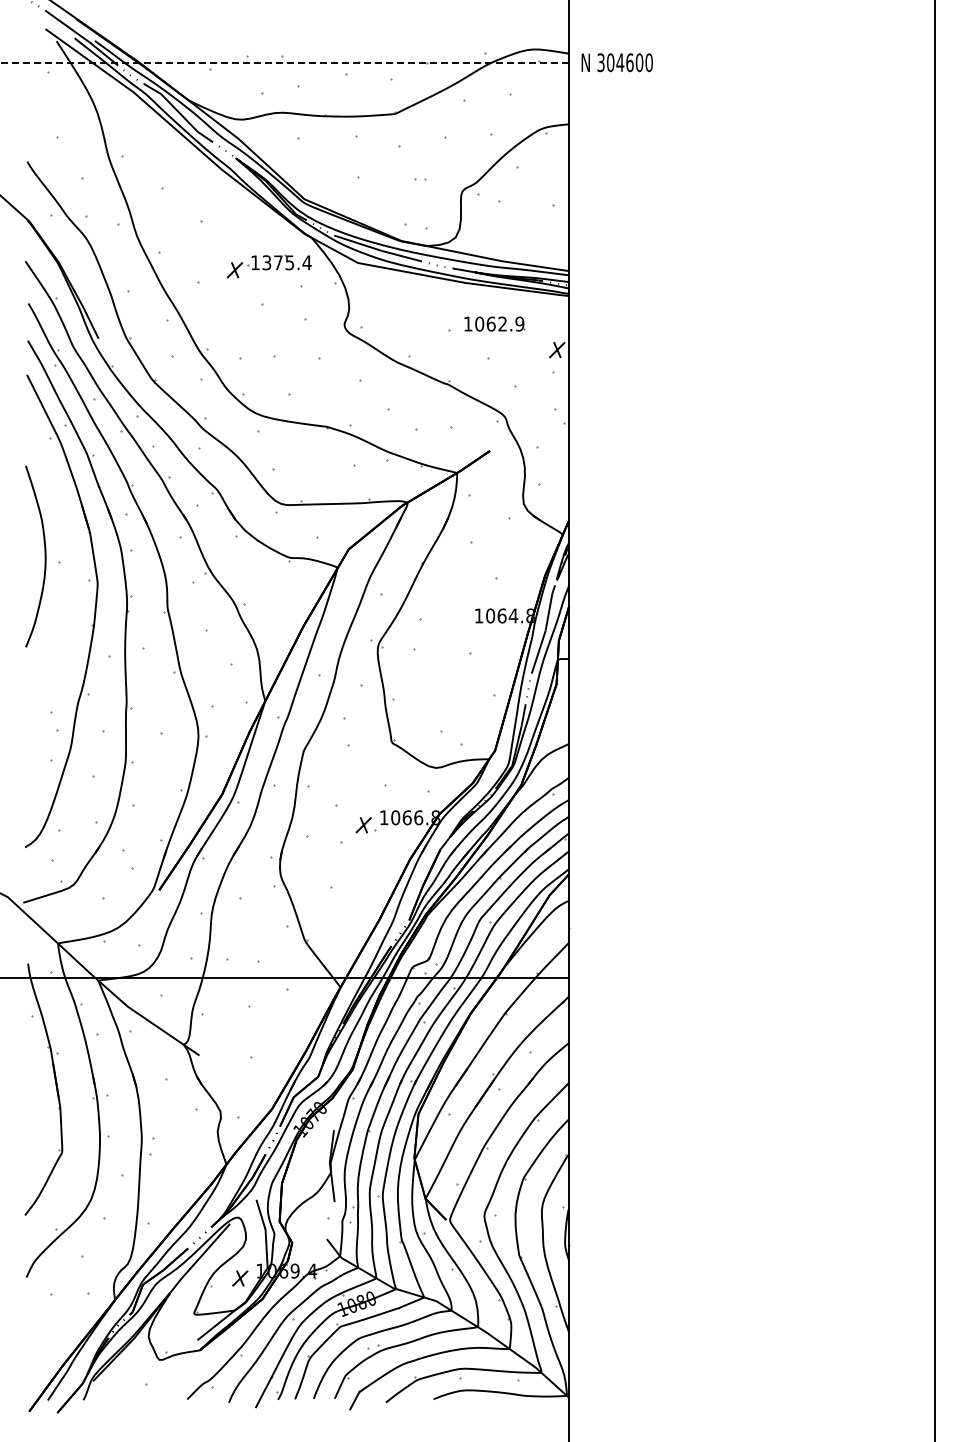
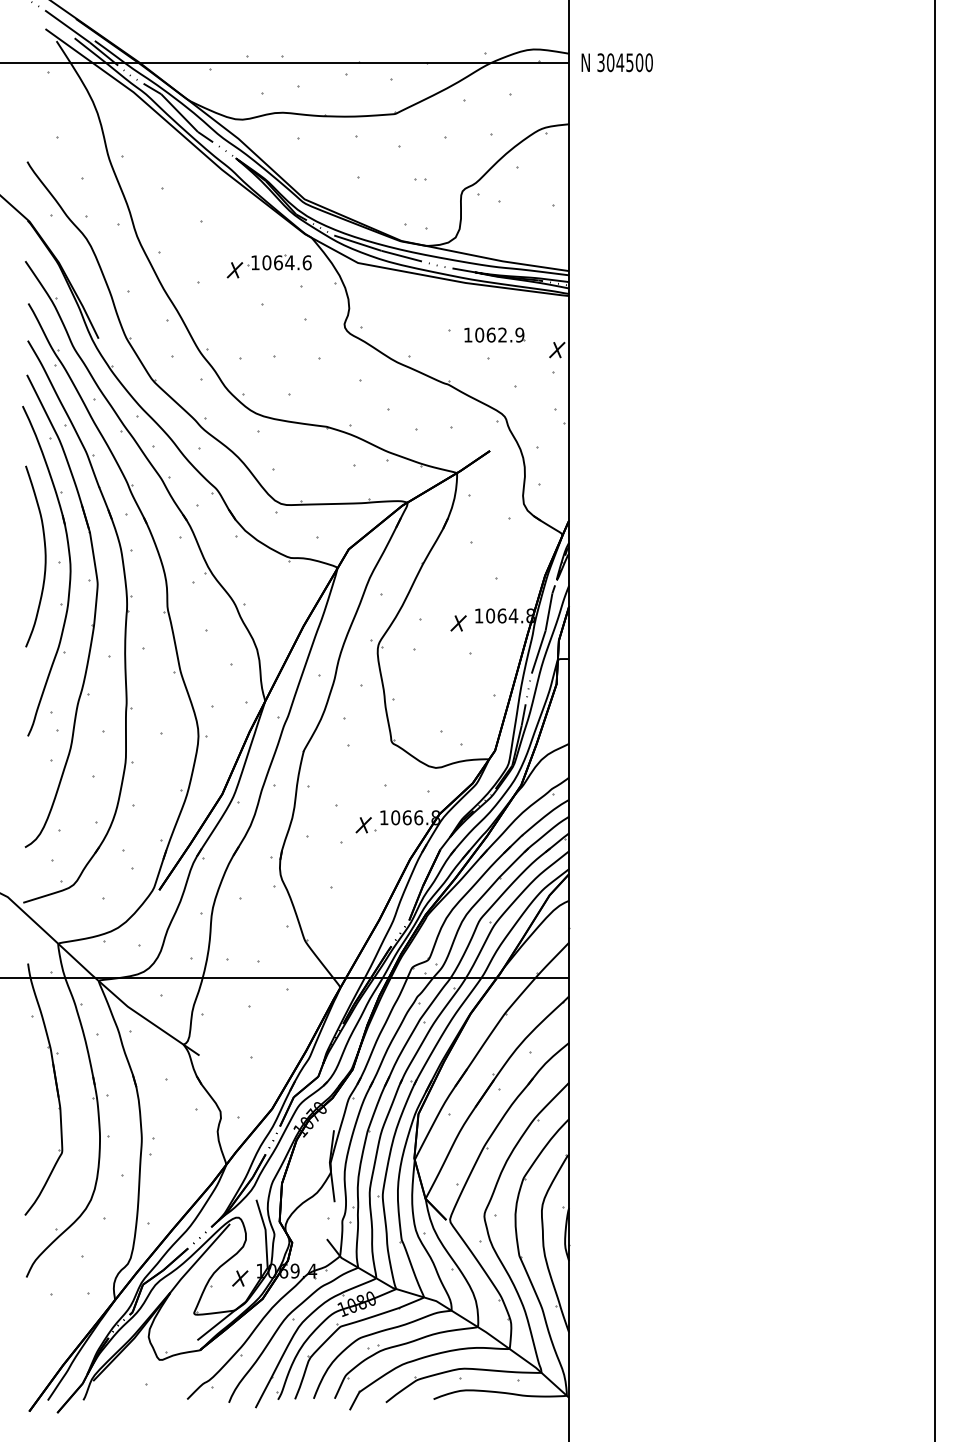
line at (284, 62): dashed -> solid
text at (629, 62): 304600 -> 304500
text at (286, 262): 1375.4 -> 1064.6
part at (494, 323) position: (494, 323) -> (494, 334)
part at (69, 570): none -> present
part at (458, 623): none -> present
